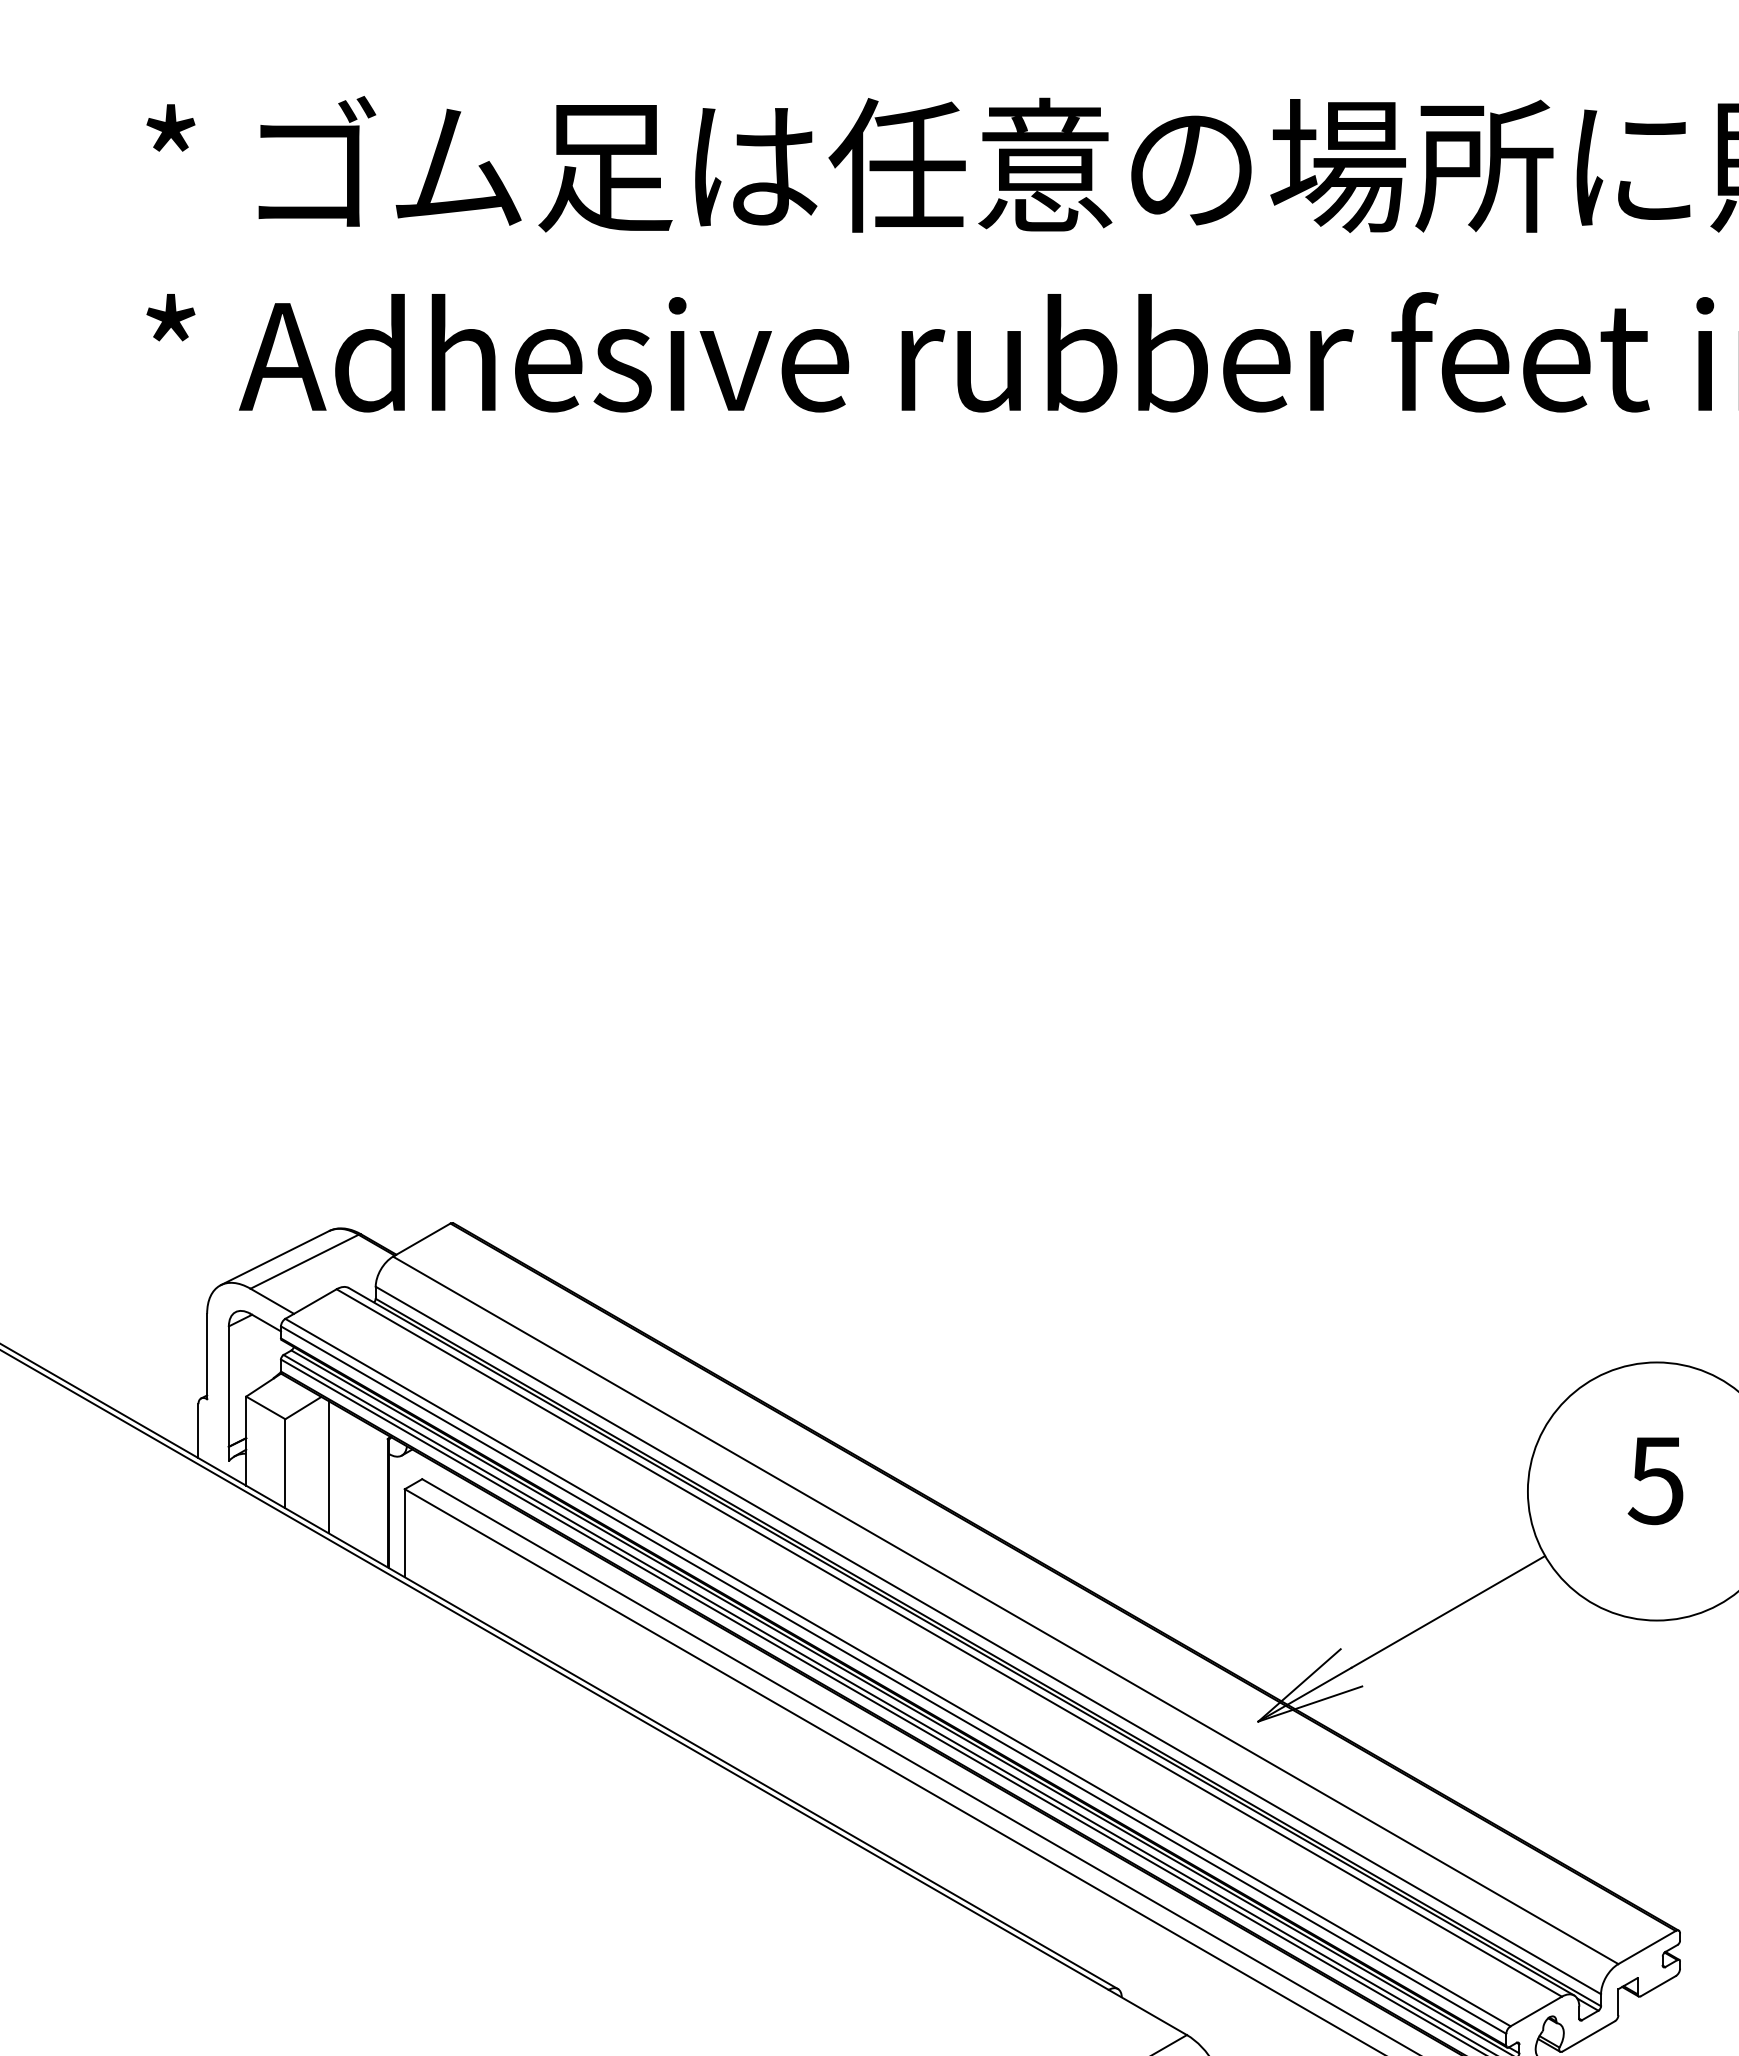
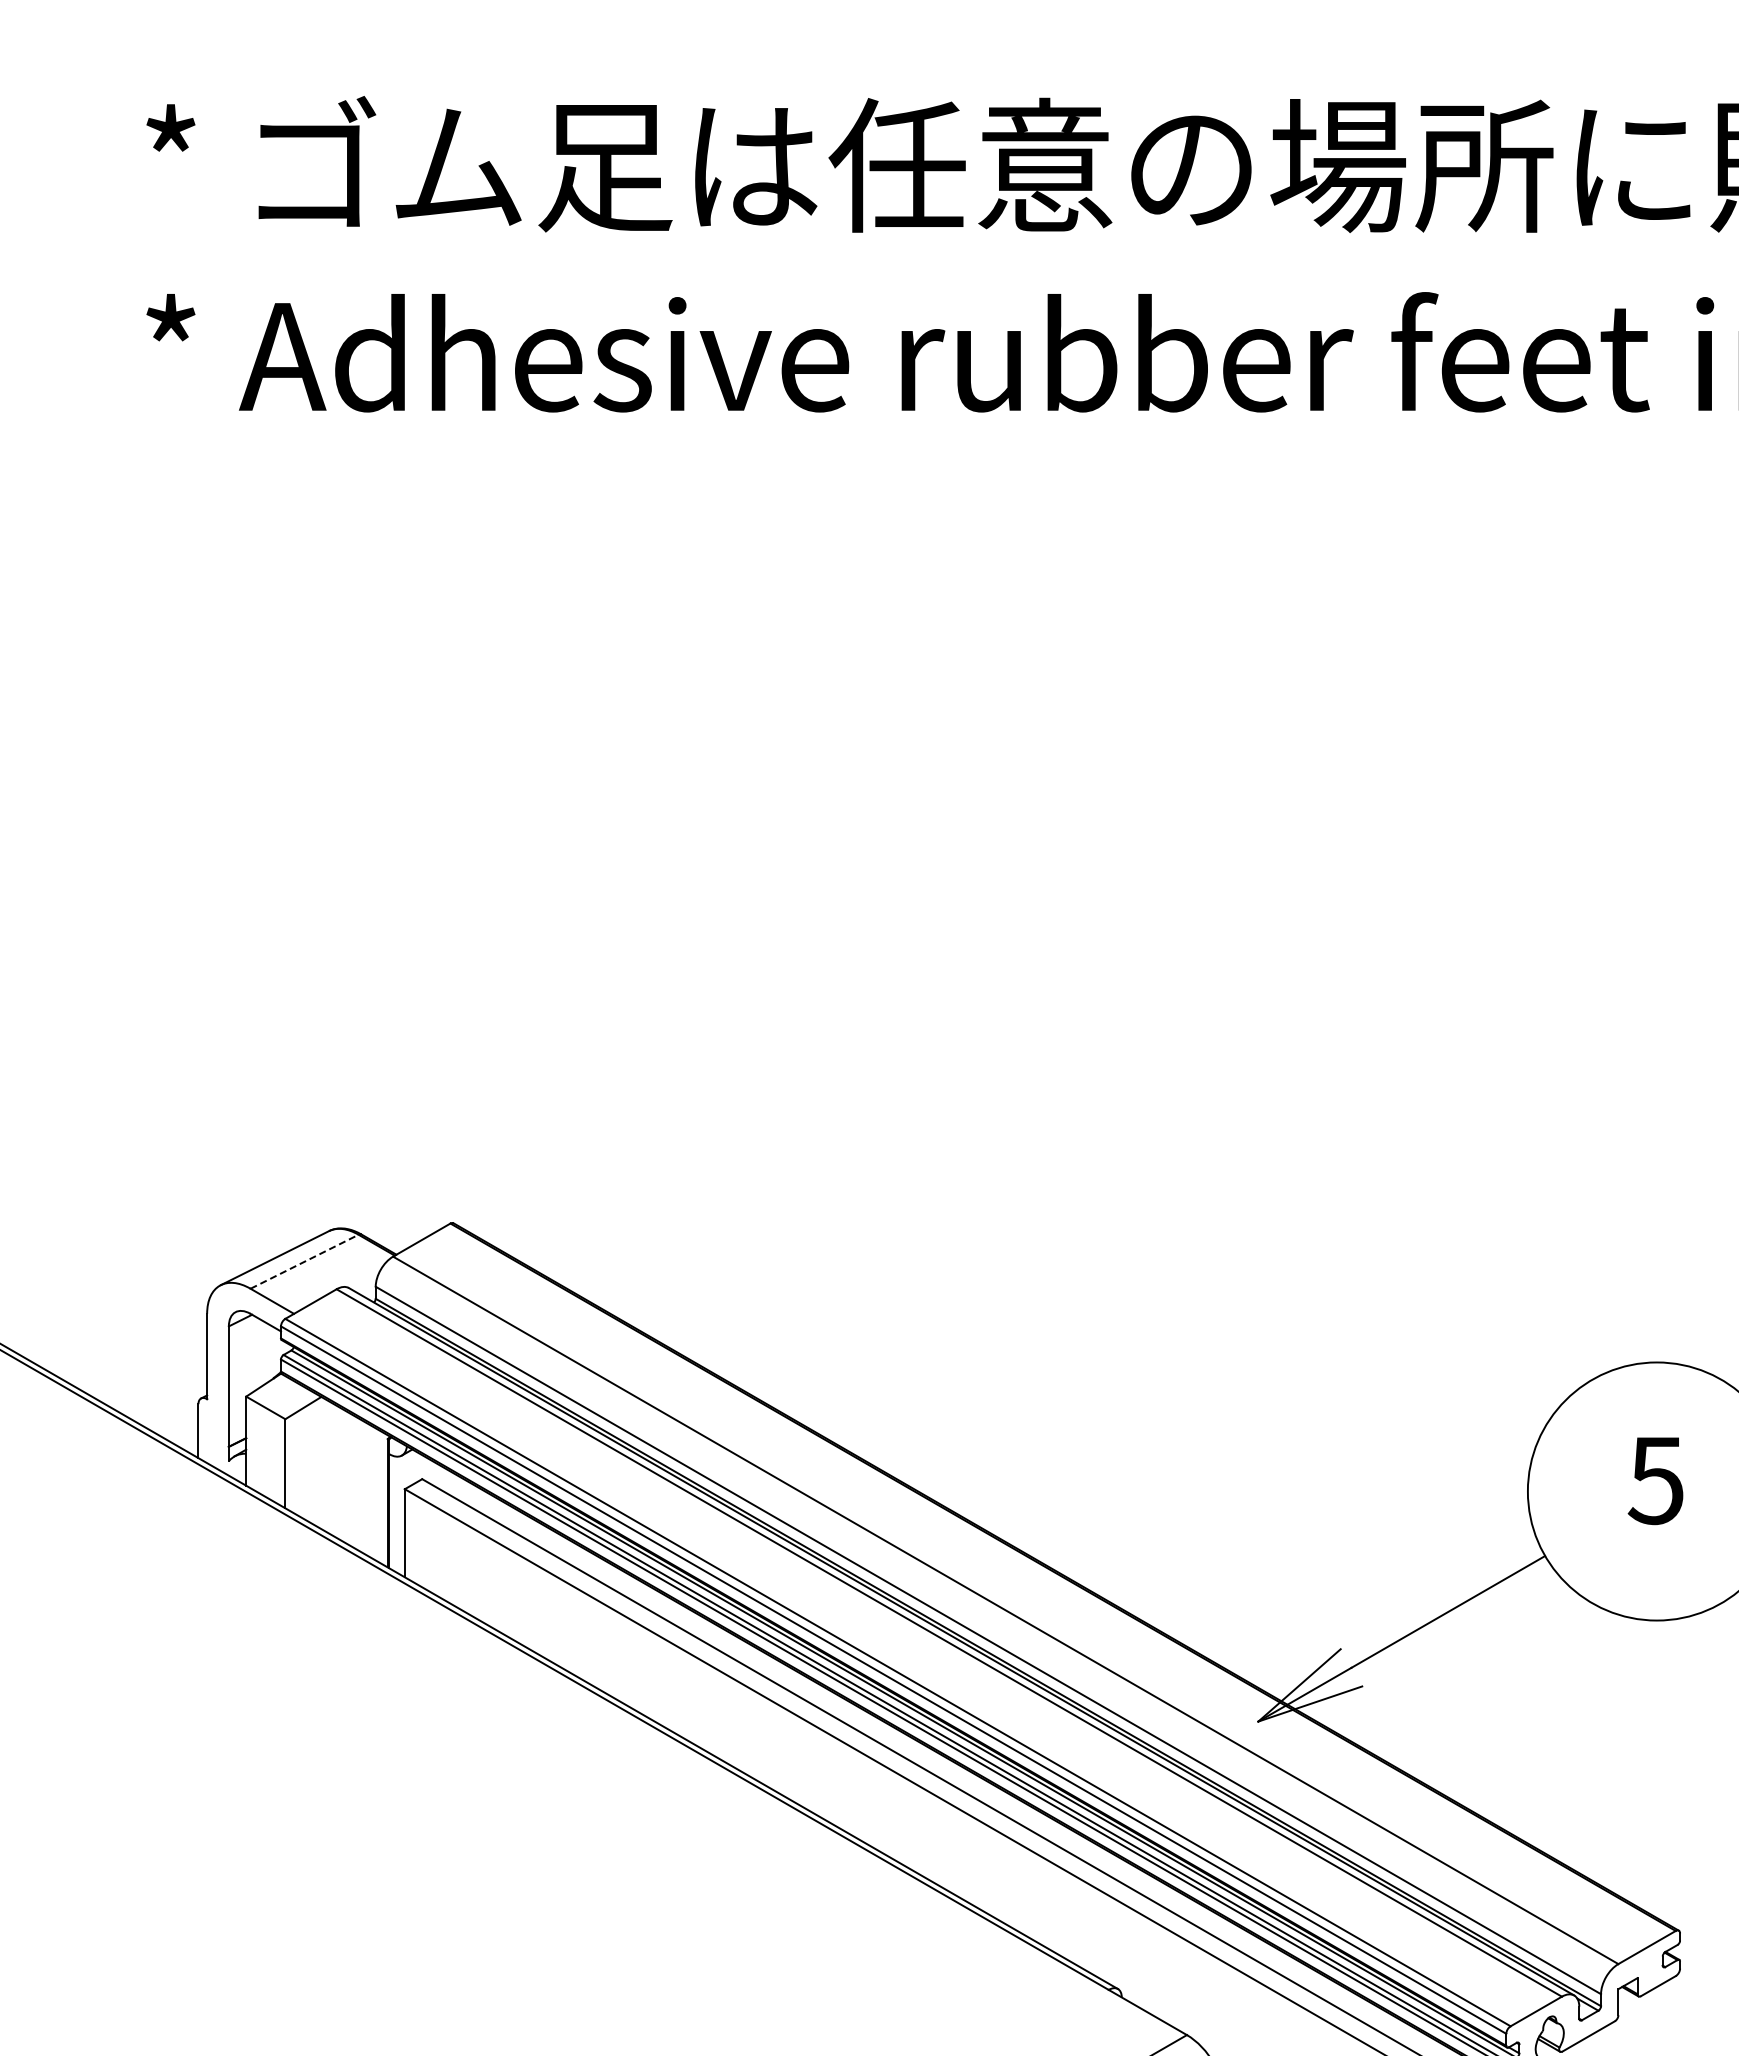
line at (305, 1261): solid -> dashed
line at (328, 1467): present -> none
